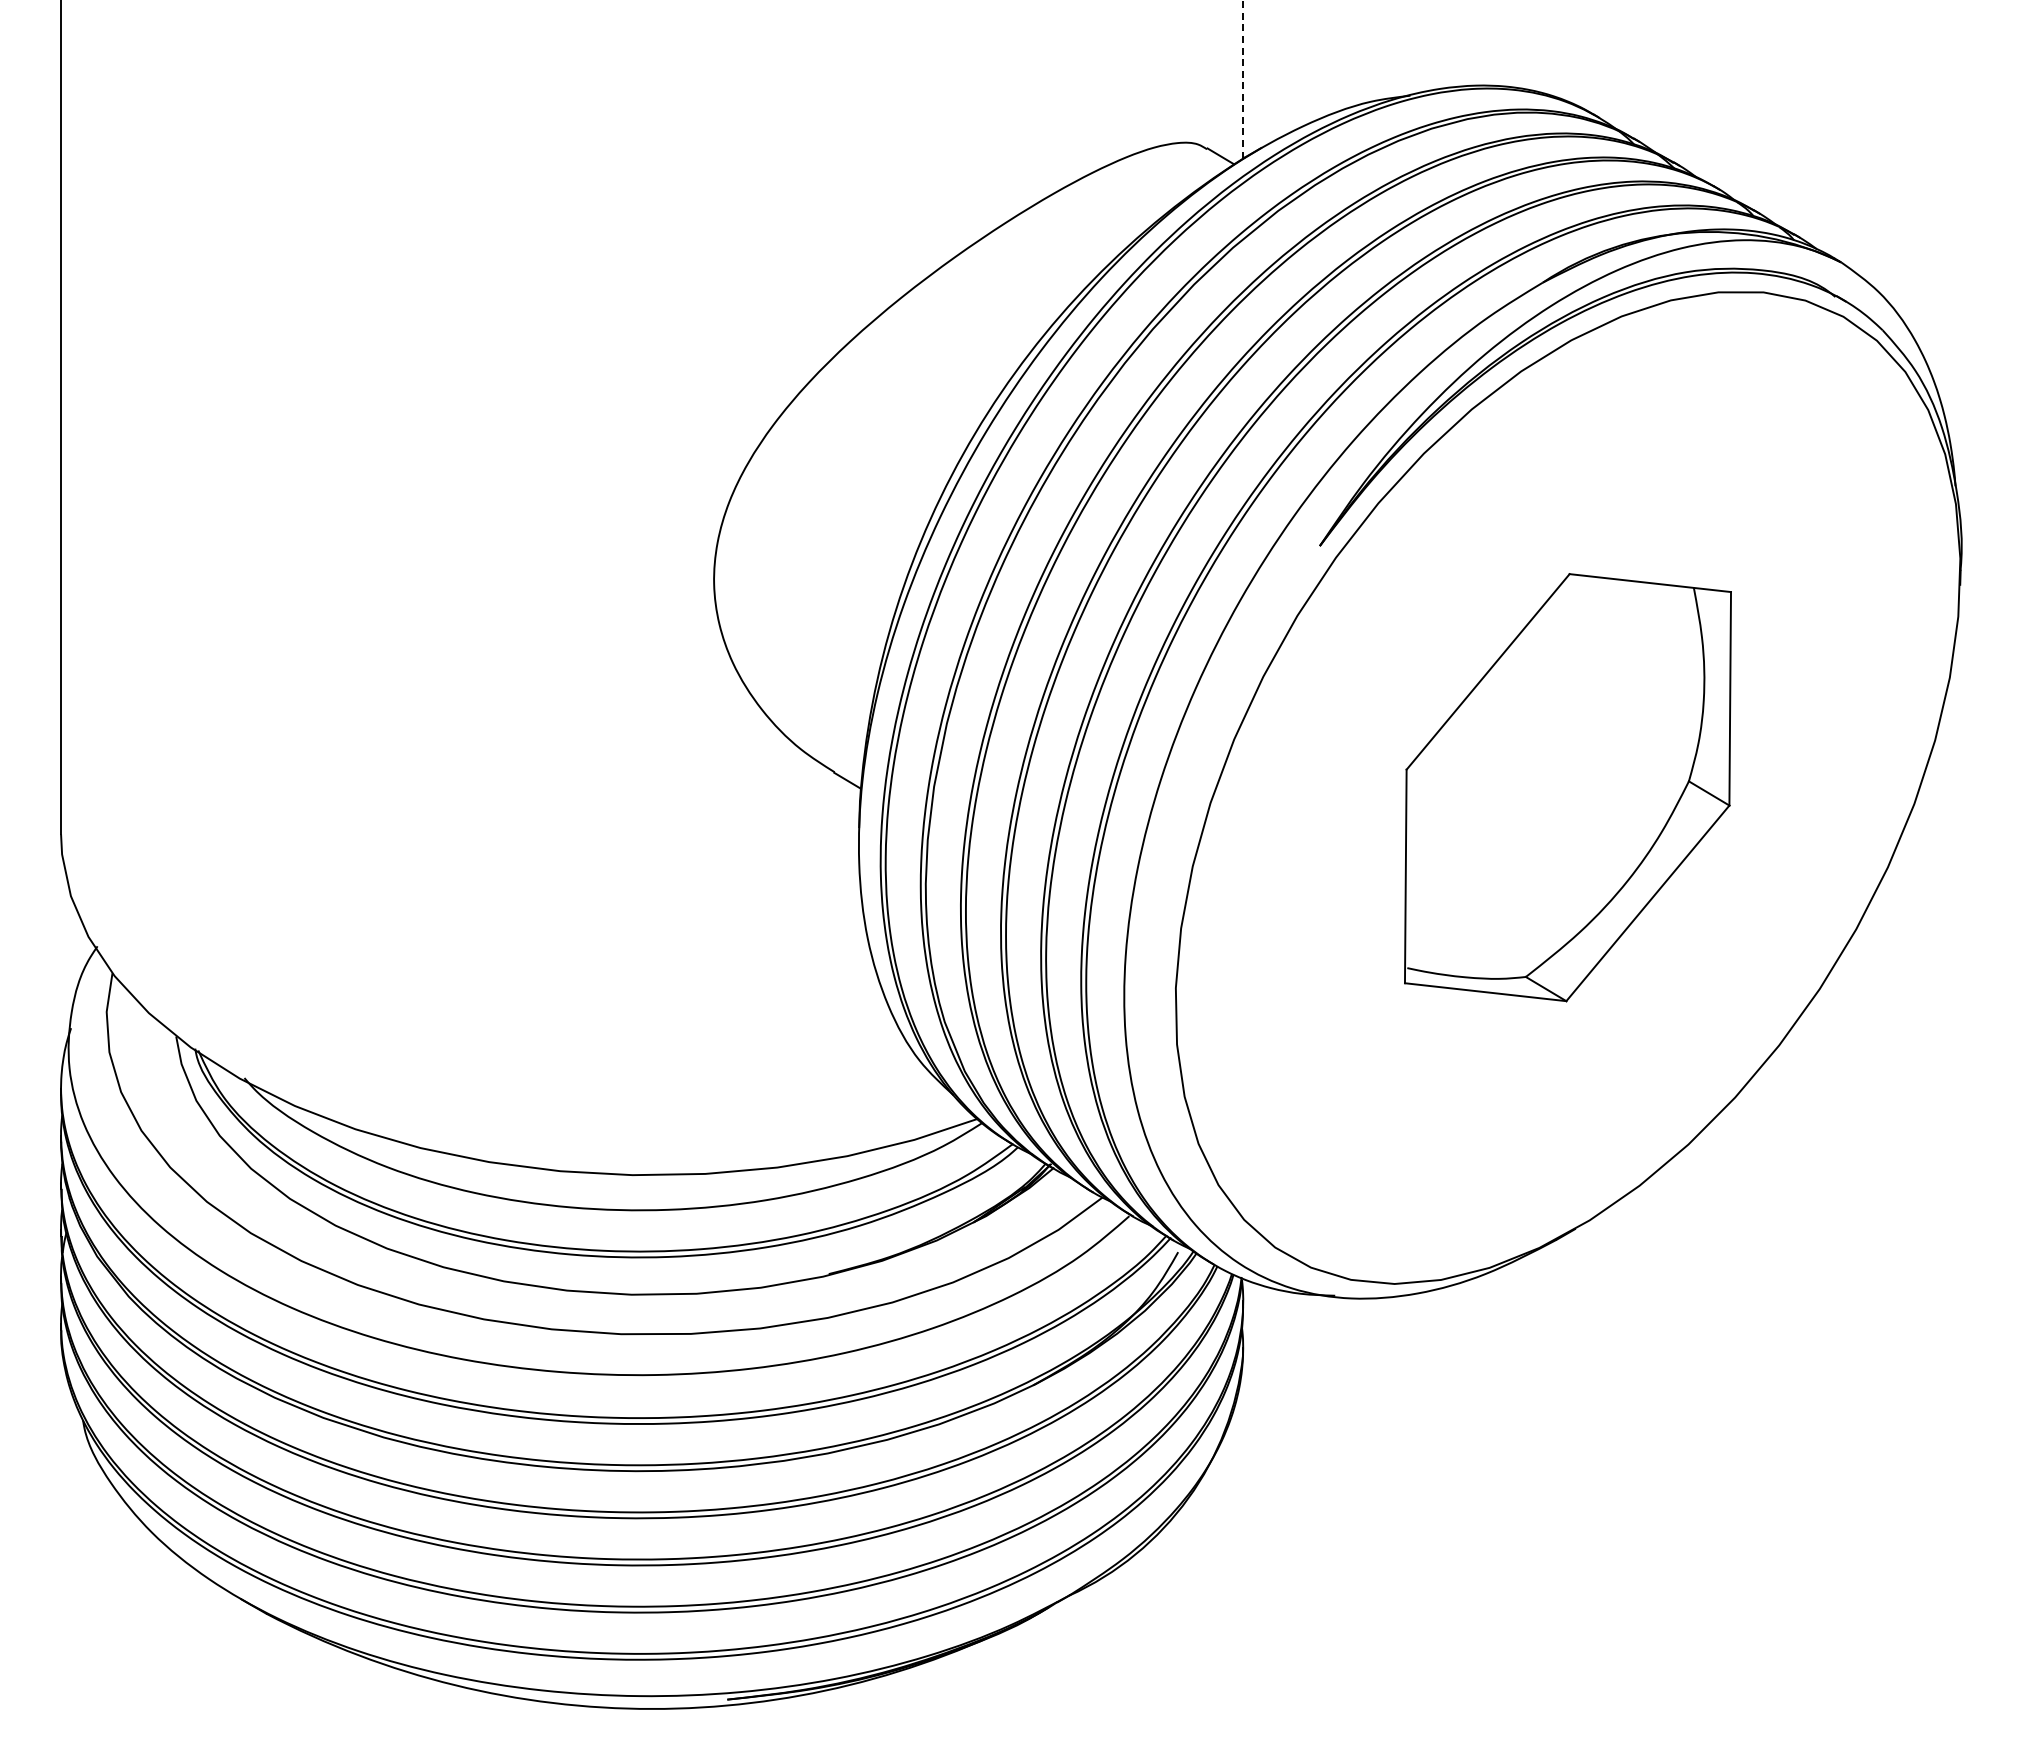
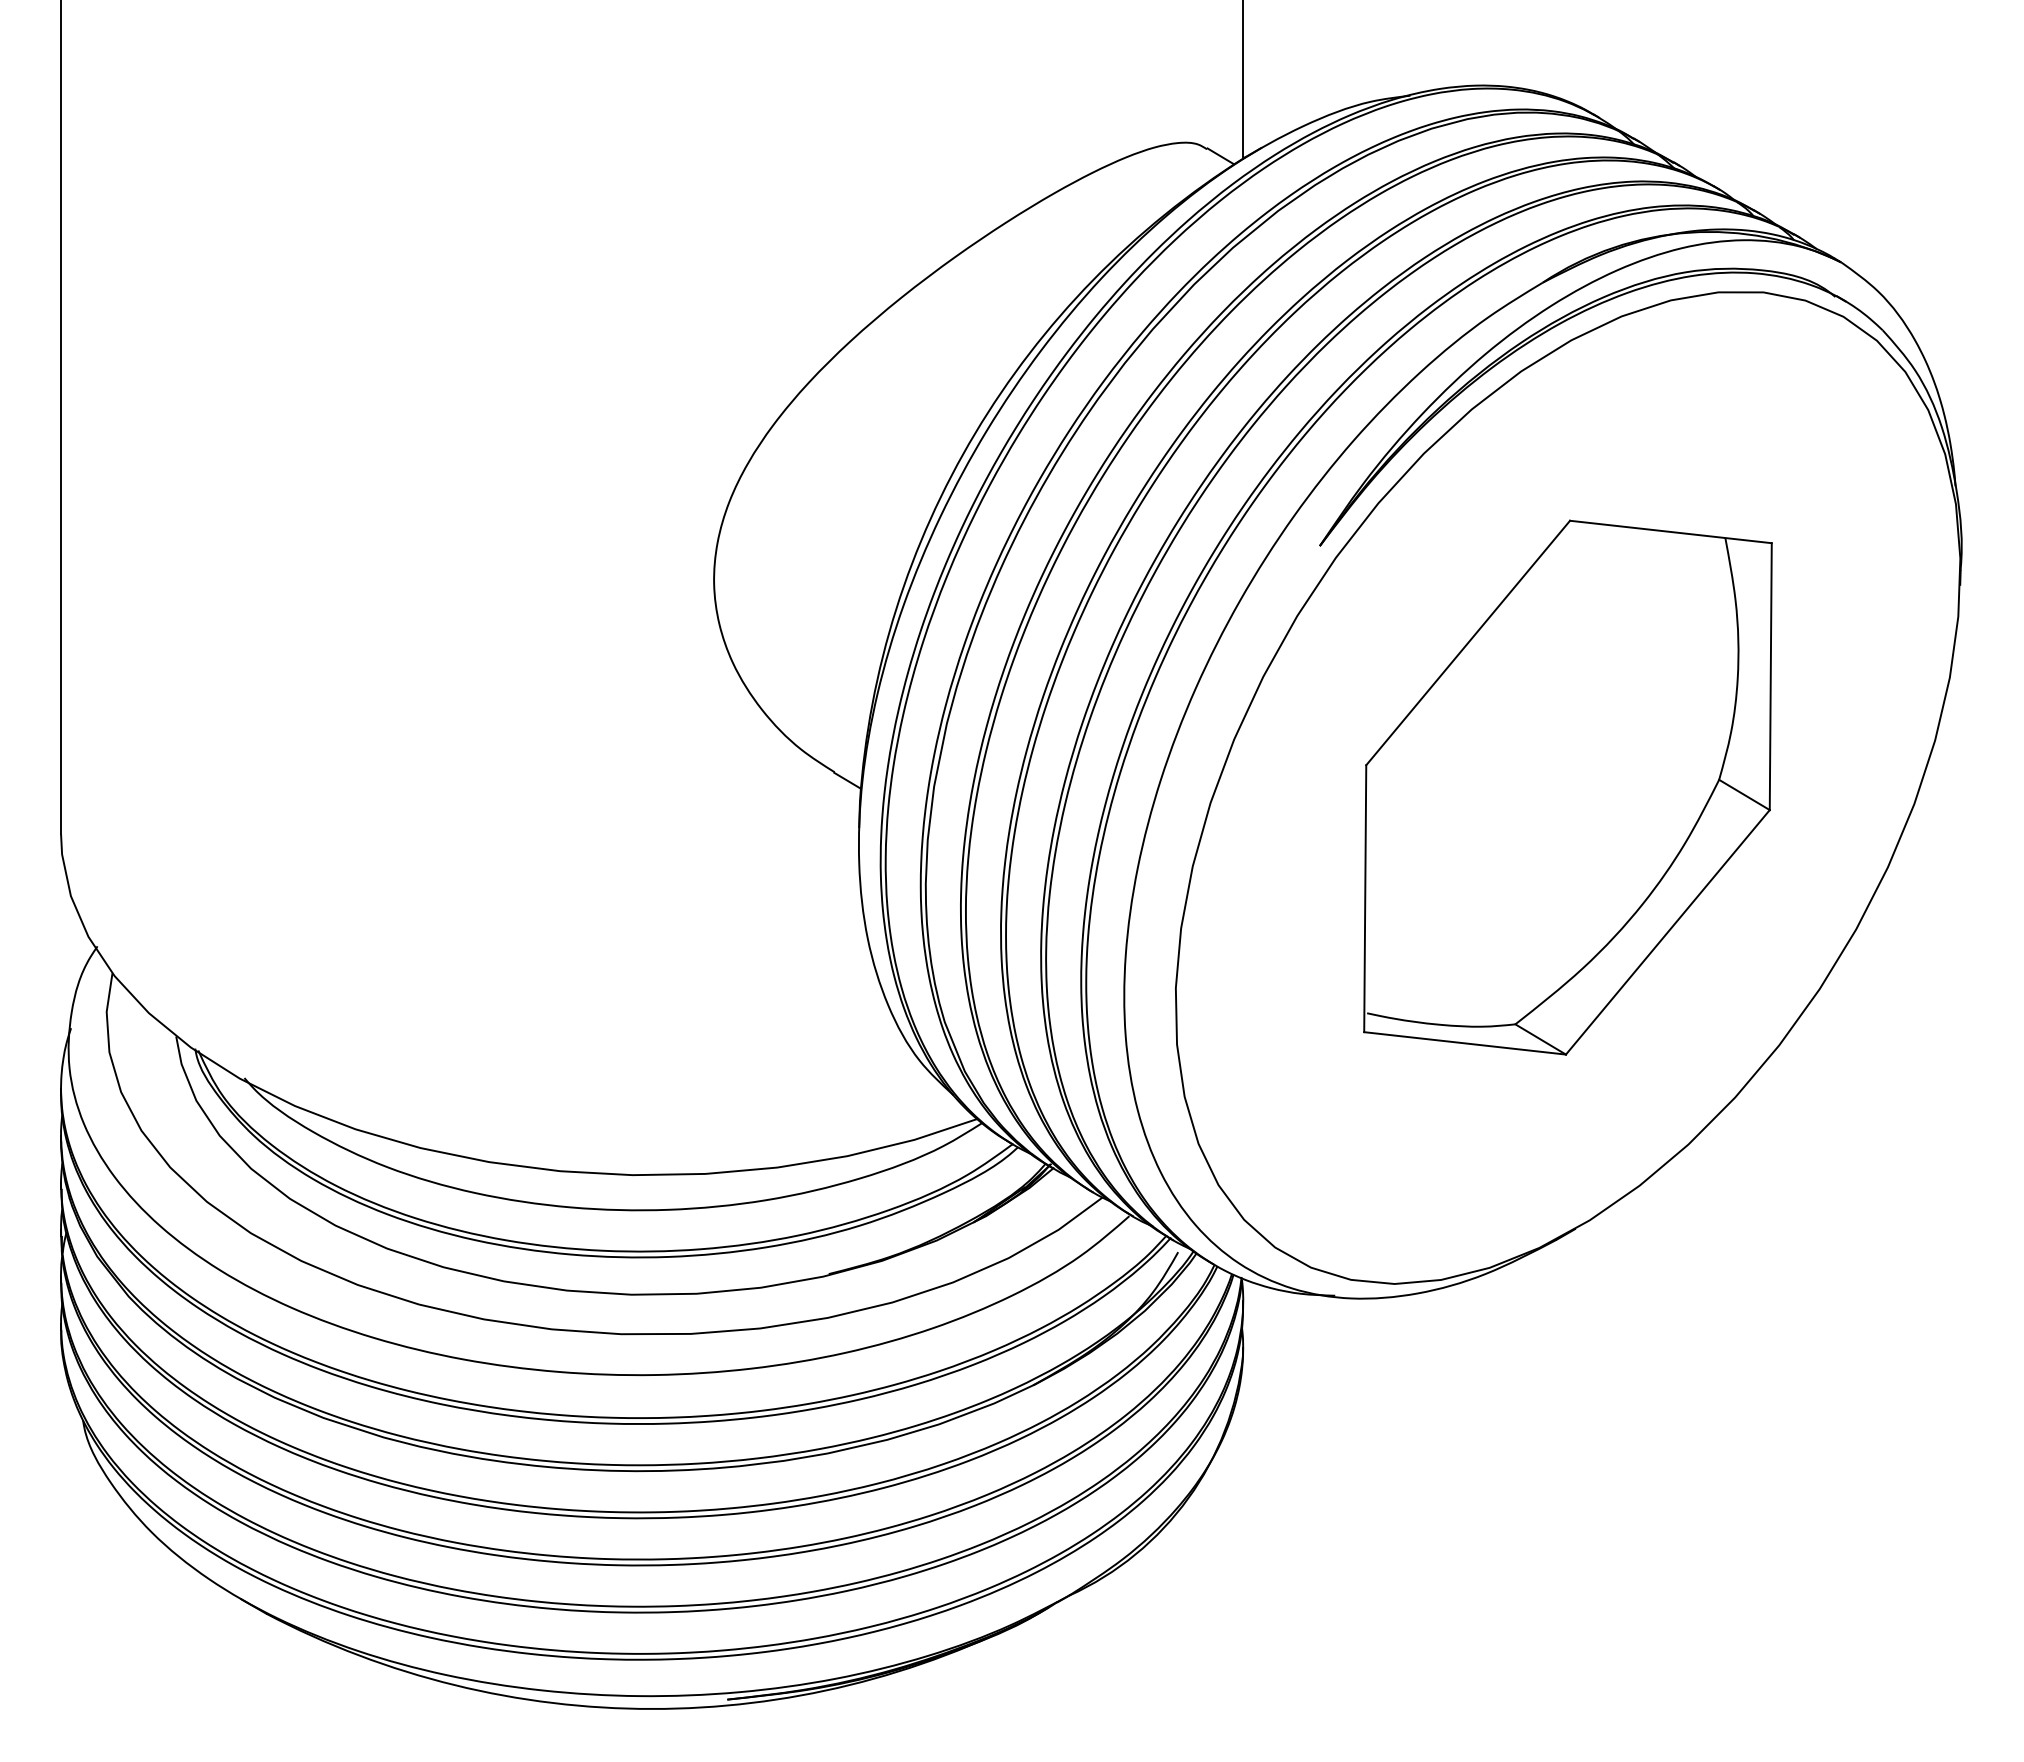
line at (1243, 79): dashed -> solid
part at (1567, 787) size: 328x430 px -> 410x537 px
